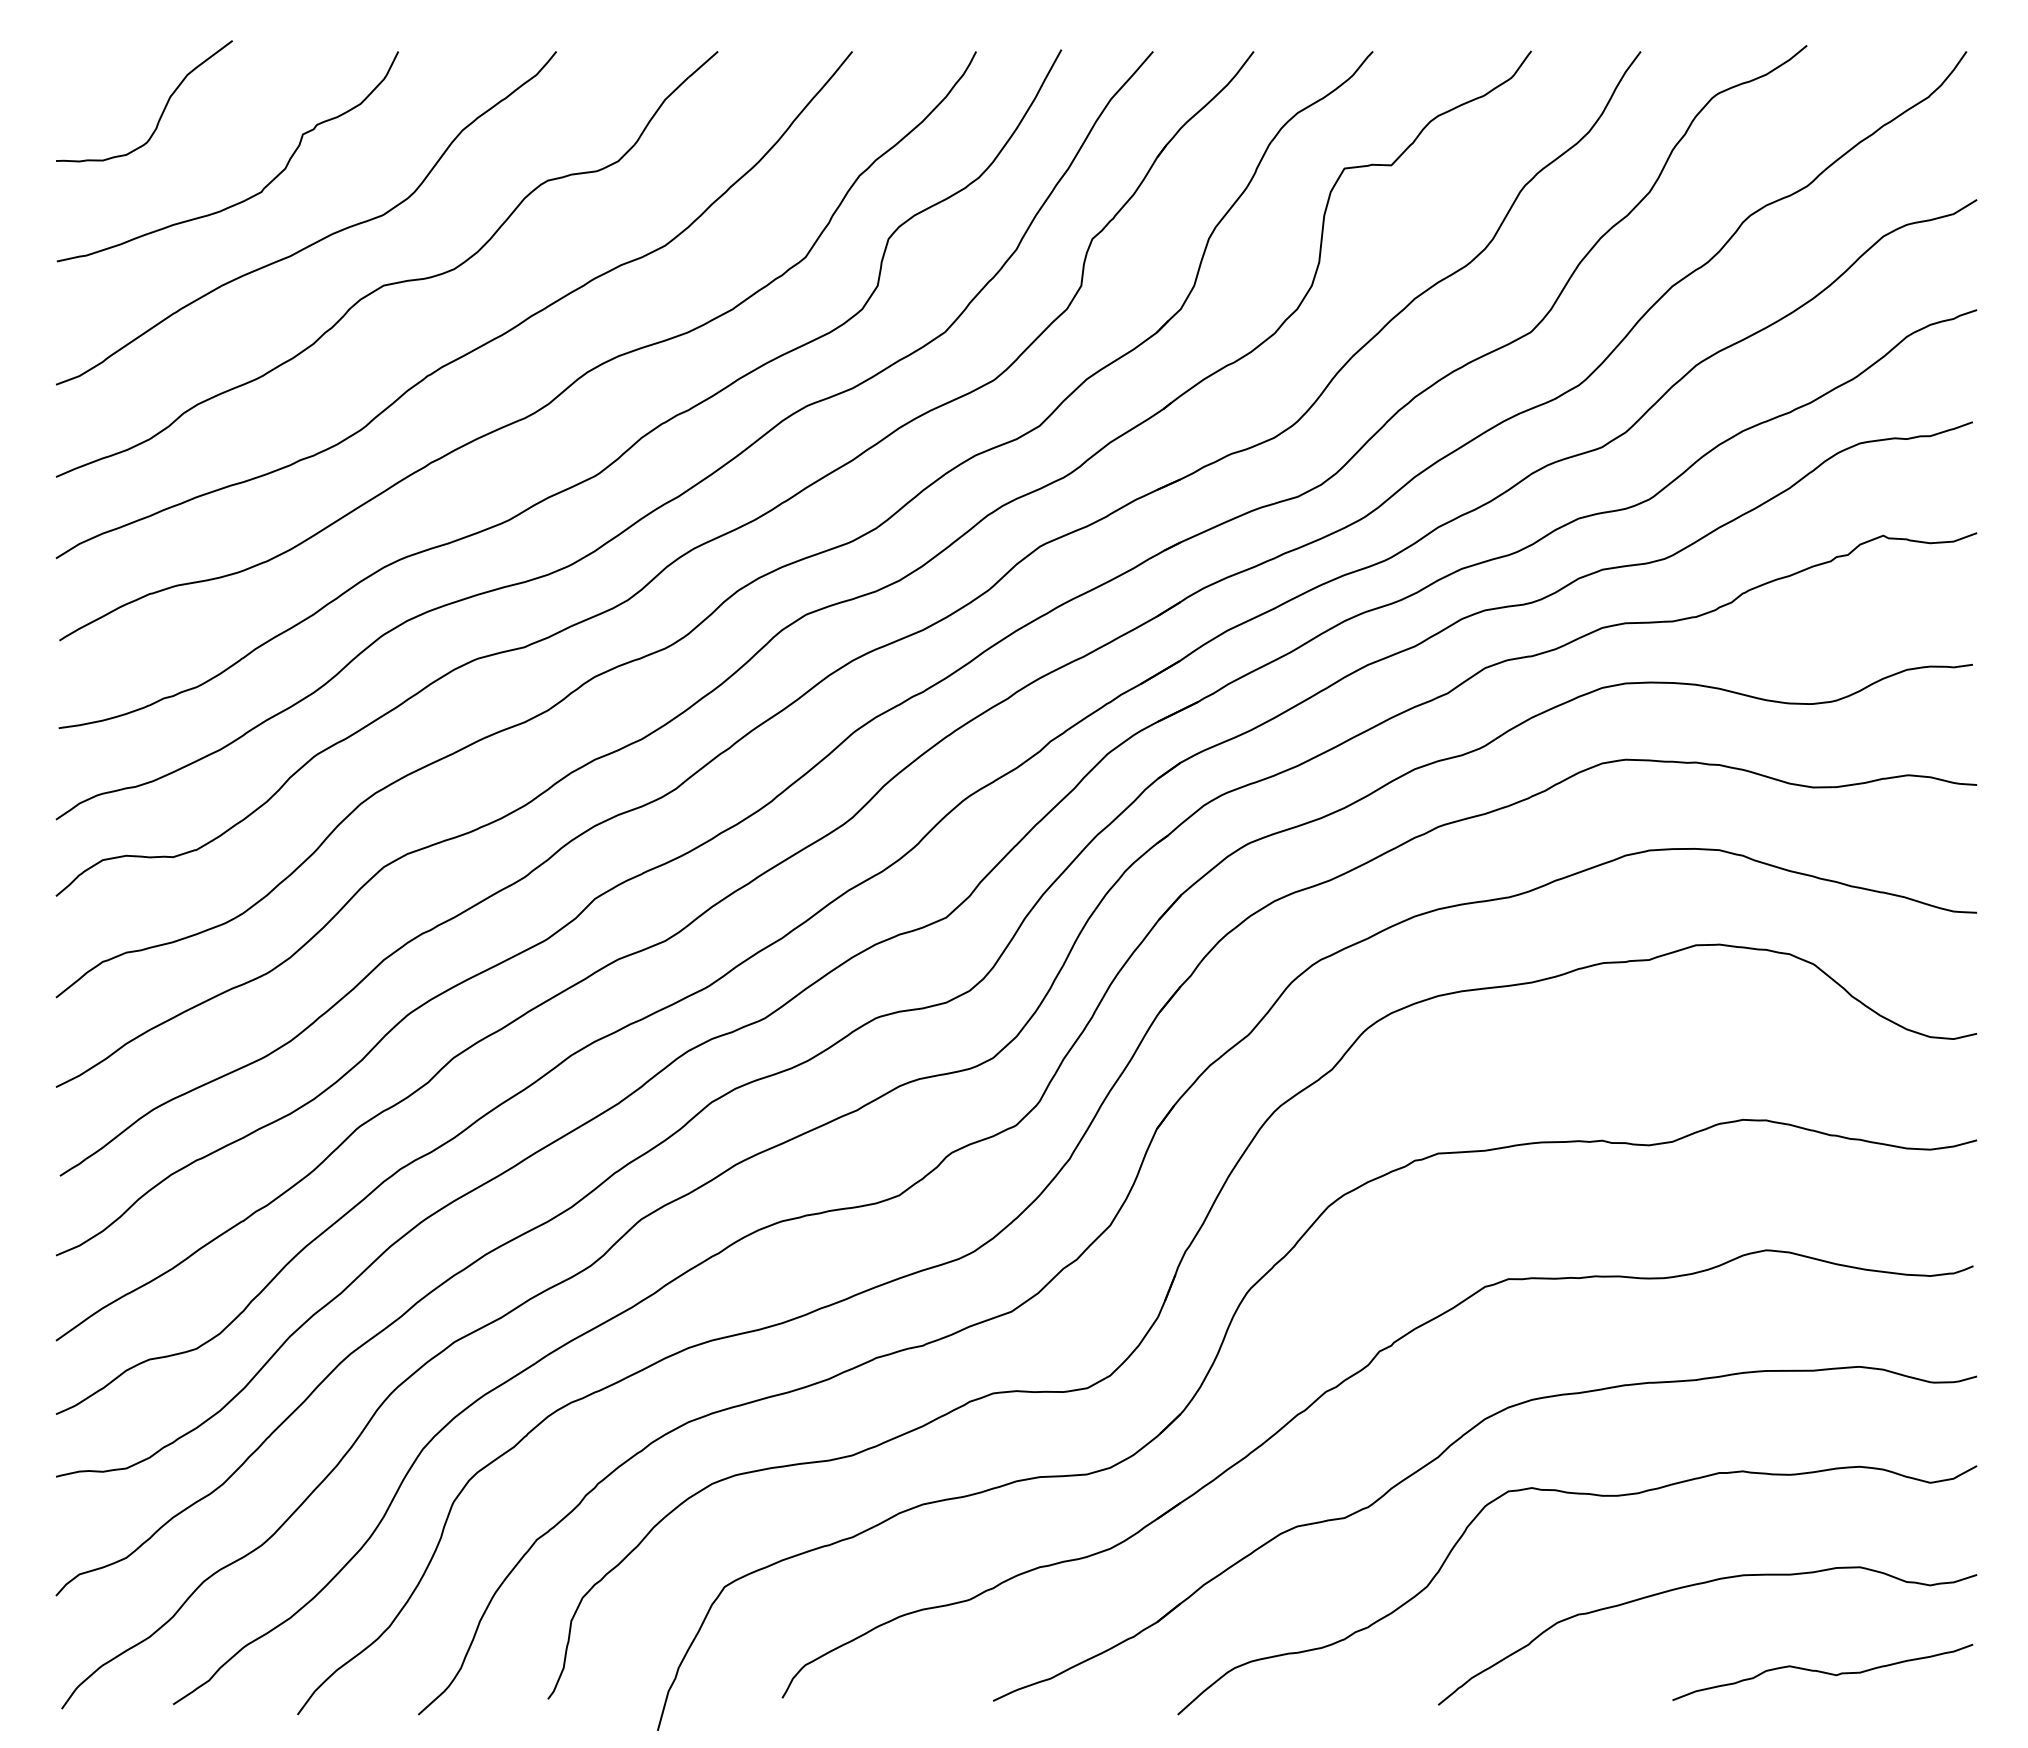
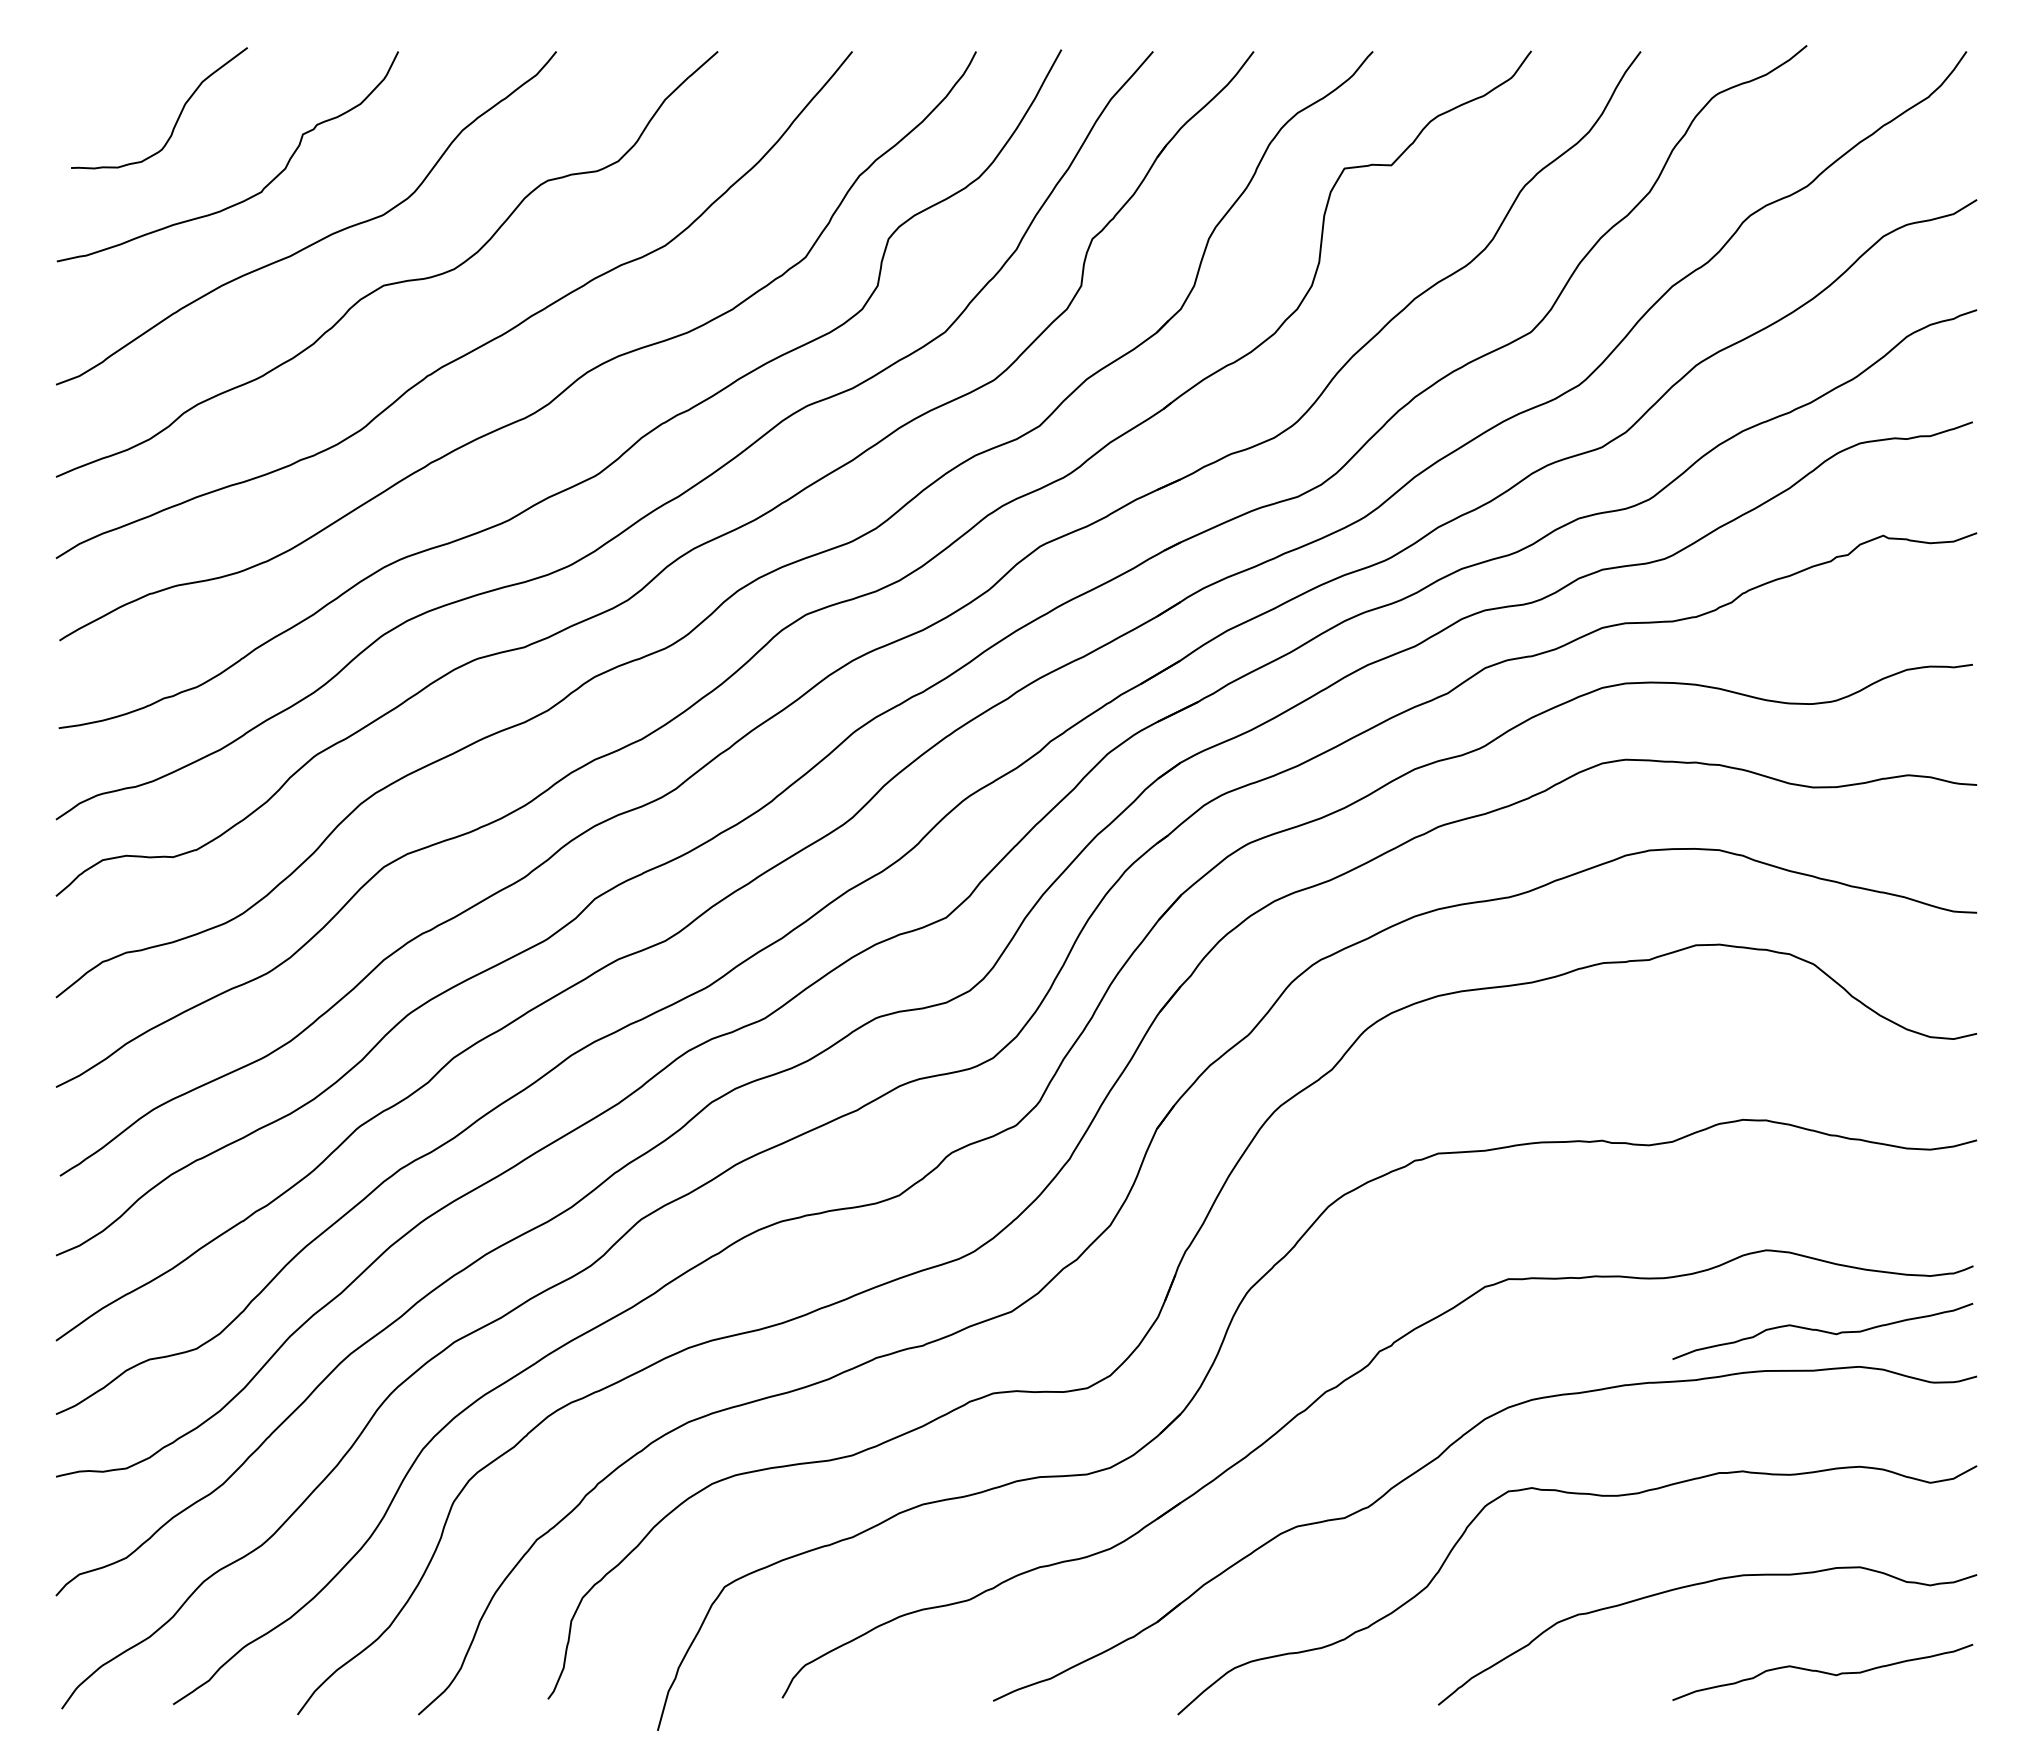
curve at (163, 108) position: (163, 108) -> (178, 115)
curve at (1822, 1330): none -> present
